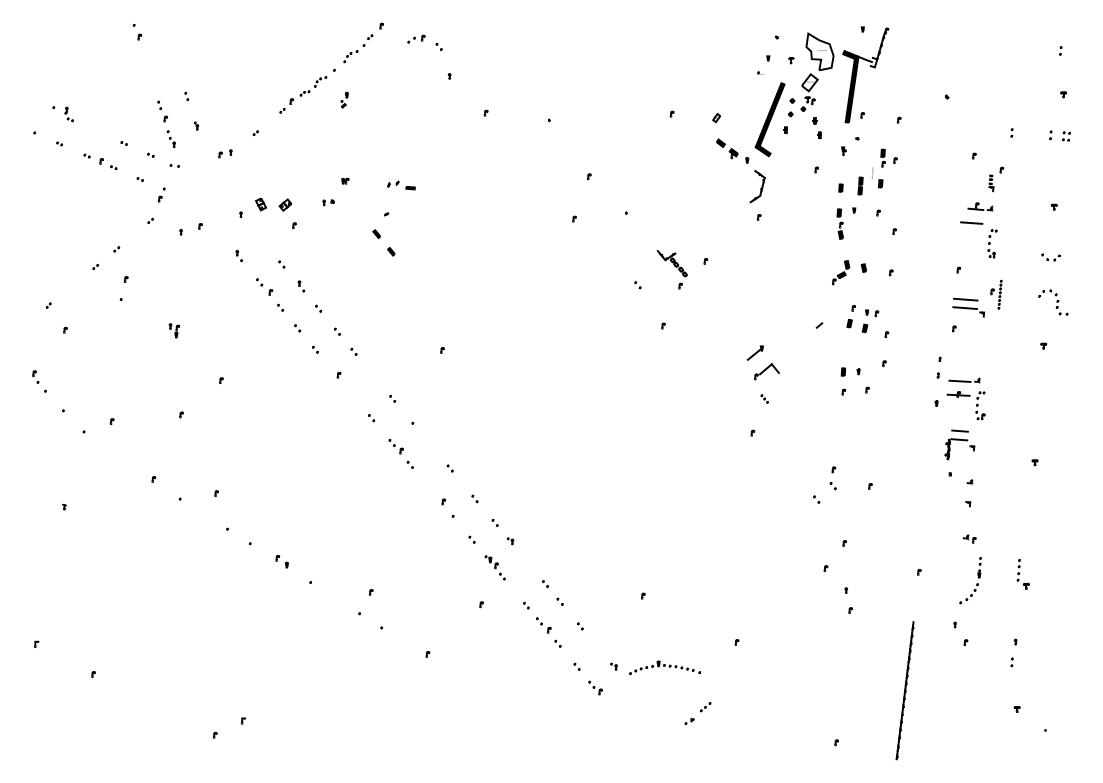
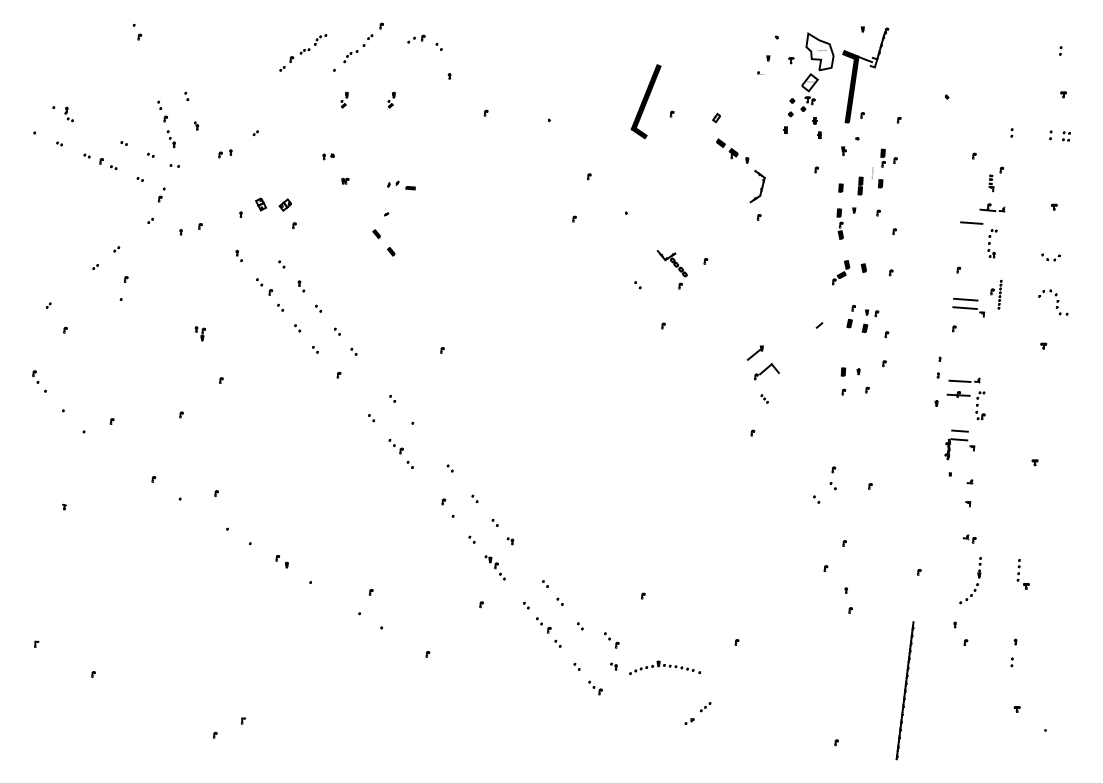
part at (303, 94) position: (303, 94) -> (303, 52)
part at (391, 99): none -> present
part at (769, 119) position: (769, 119) -> (645, 101)
part at (328, 202) position: (328, 202) -> (328, 156)
part at (980, 206) position: (980, 206) -> (992, 207)
part at (173, 330) position: (173, 330) -> (199, 333)
part at (611, 640): none -> present
